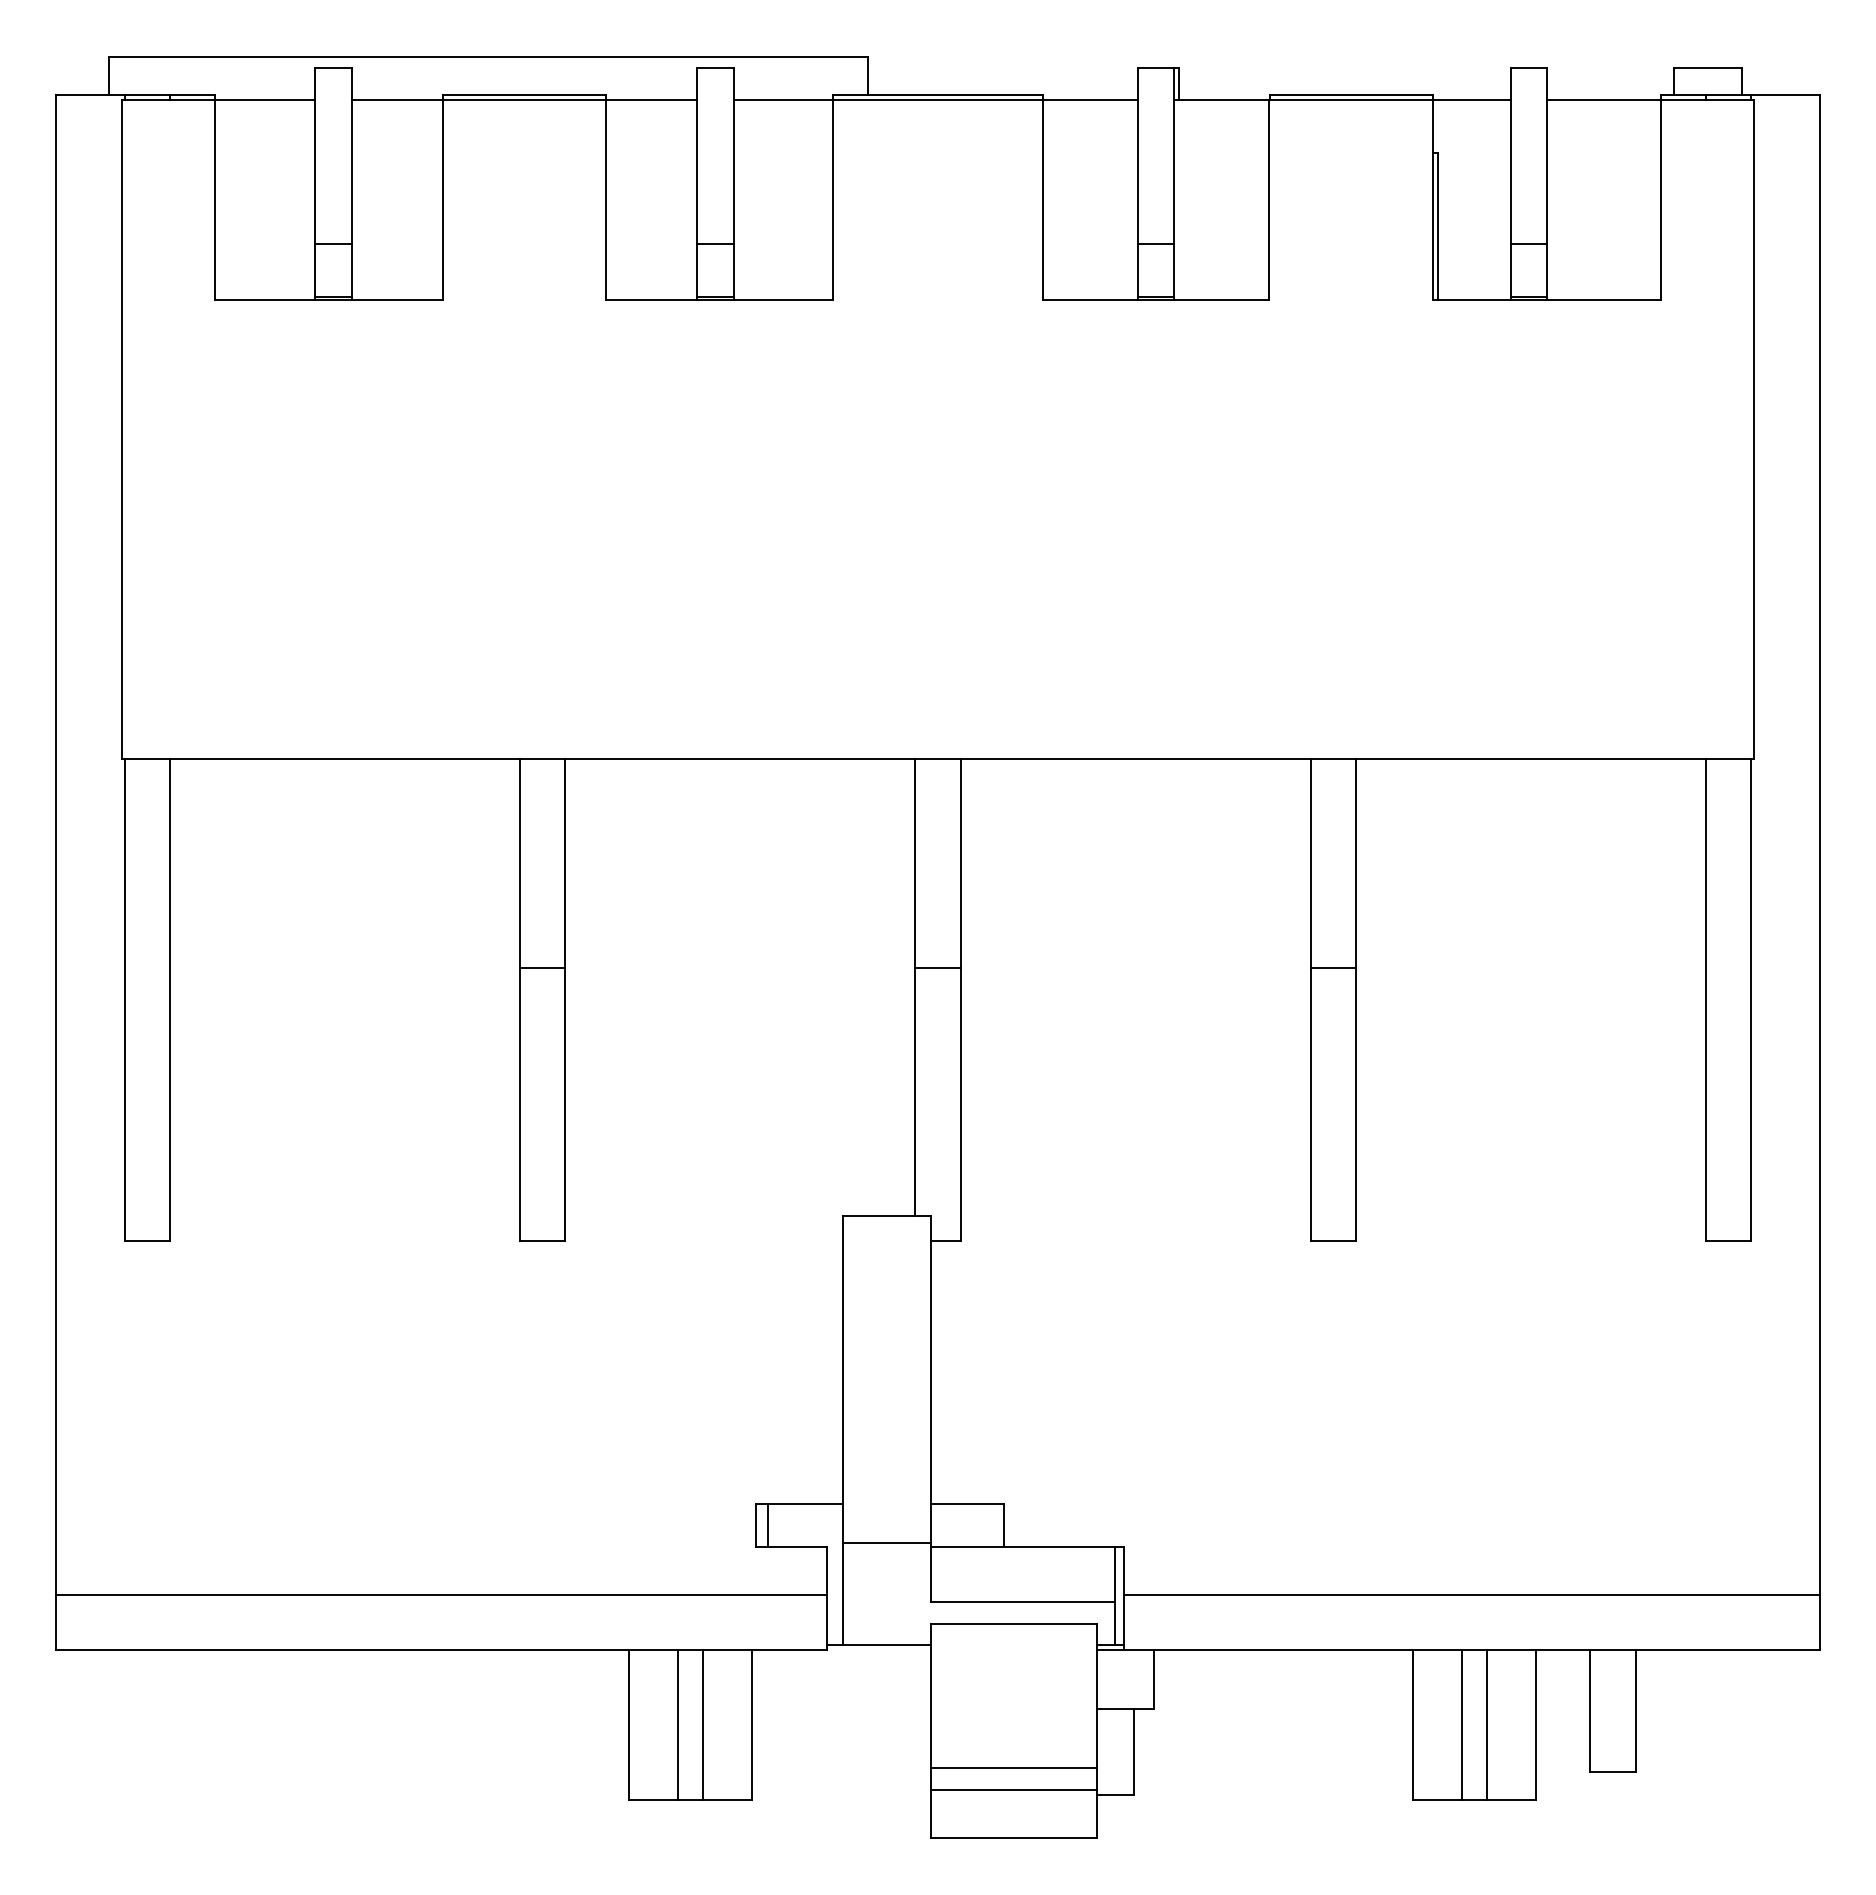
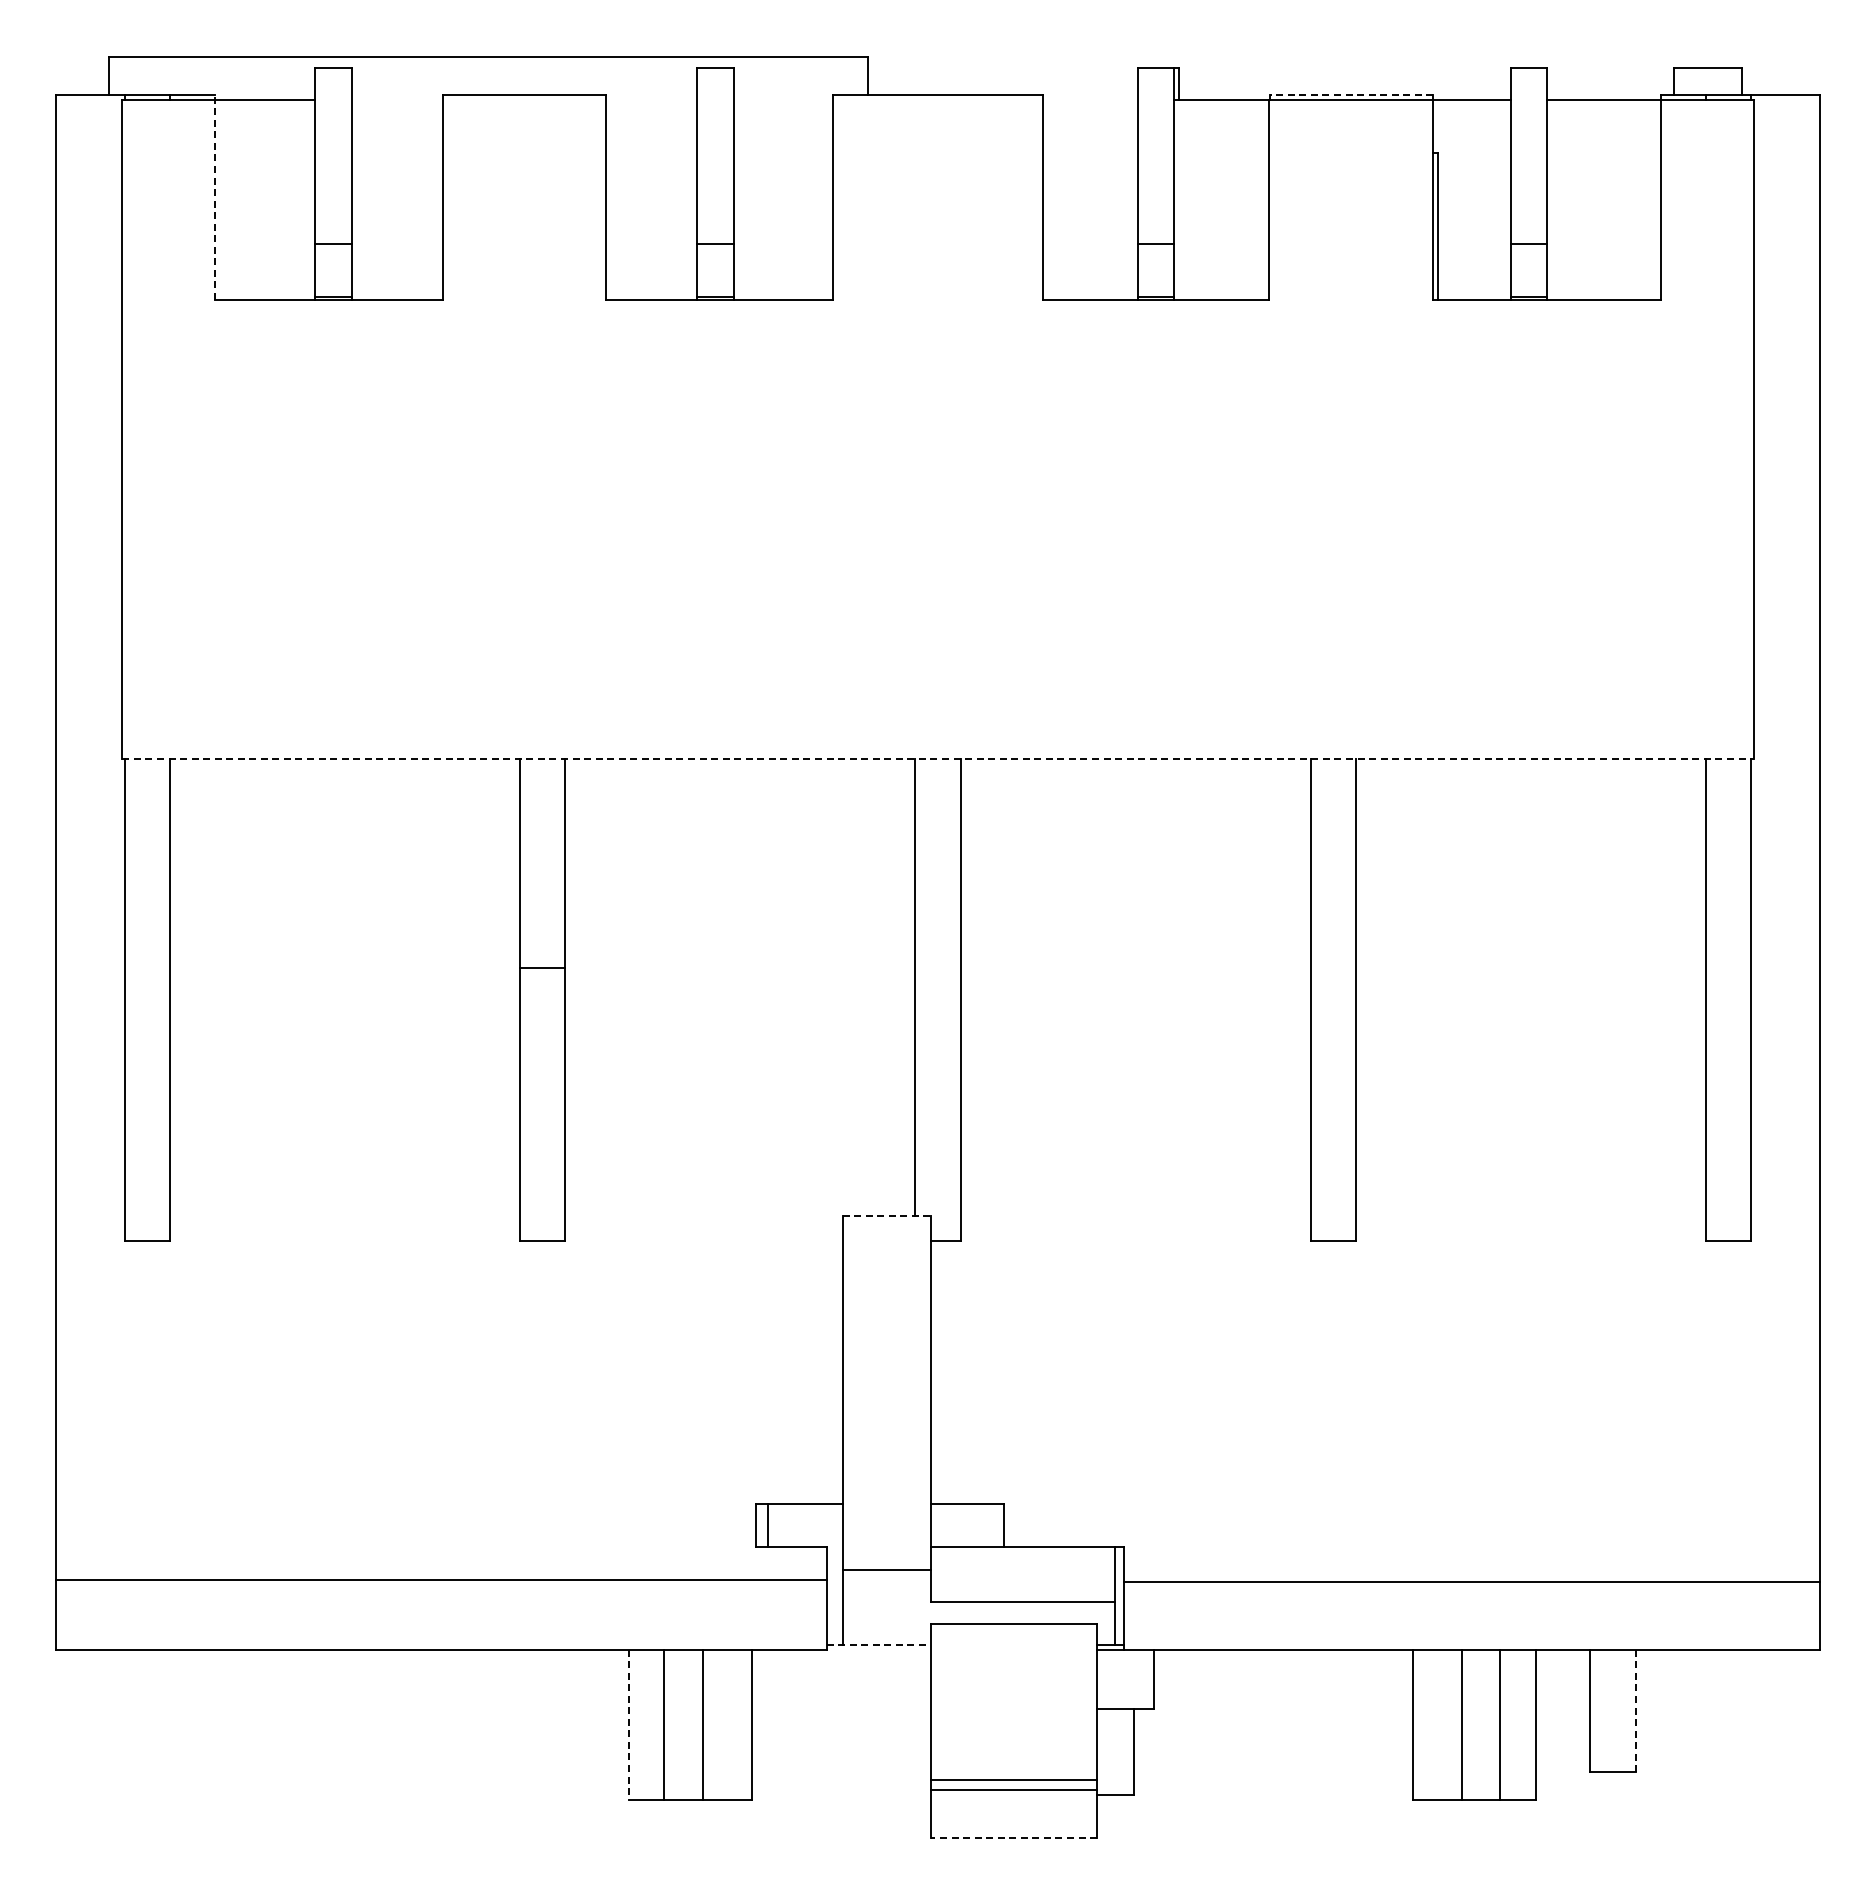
line at (1351, 95): solid -> dashed
line at (524, 100): present -> none
line at (935, 100): present -> none
line at (215, 197): solid -> dashed
line at (937, 758): solid -> dashed
line at (937, 967): present -> none
line at (1333, 967): present -> none
line at (887, 1215): solid -> dashed
line at (886, 1542) position: (886, 1542) -> (886, 1569)
line at (441, 1595) position: (441, 1595) -> (441, 1580)
line at (1471, 1595) position: (1471, 1595) -> (1471, 1582)
line at (879, 1645): solid -> dashed
line at (1635, 1710): solid -> dashed
line at (628, 1724): solid -> dashed
line at (677, 1724) position: (677, 1724) -> (663, 1724)
line at (1486, 1724) position: (1486, 1724) -> (1499, 1724)
line at (1014, 1767) position: (1014, 1767) -> (1014, 1779)
line at (1014, 1838): solid -> dashed
